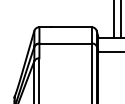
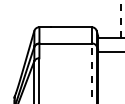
line at (120, 19): solid -> dashed
line at (113, 20): present -> none
line at (91, 73): solid -> dashed
